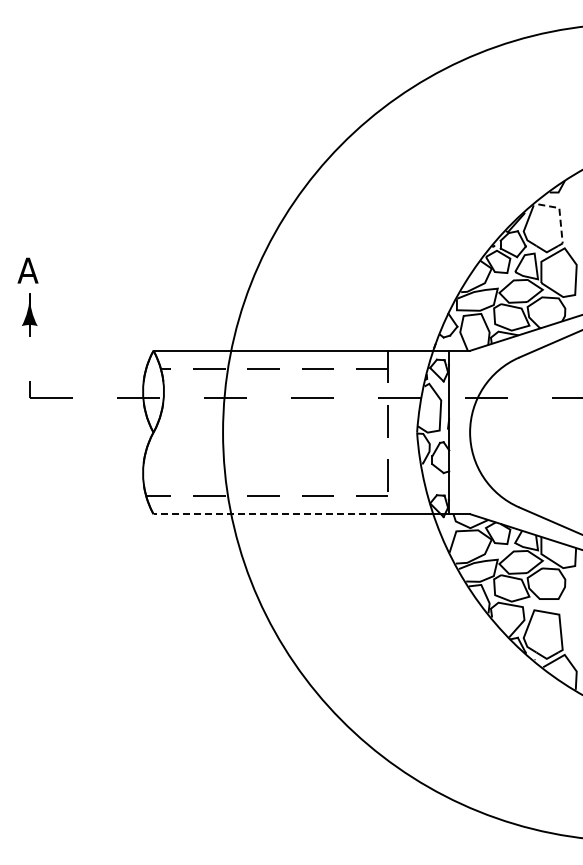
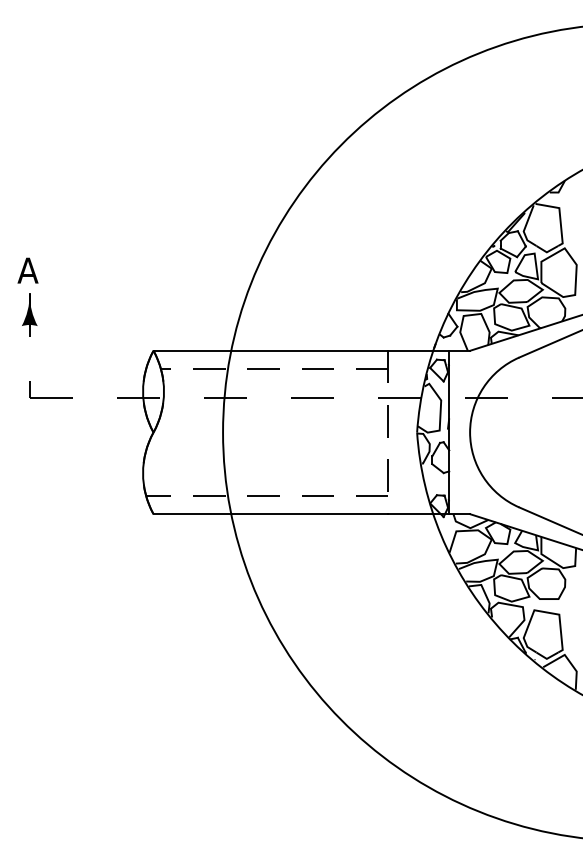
line at (560, 215): dashed -> solid
line at (270, 514): dashed -> solid
